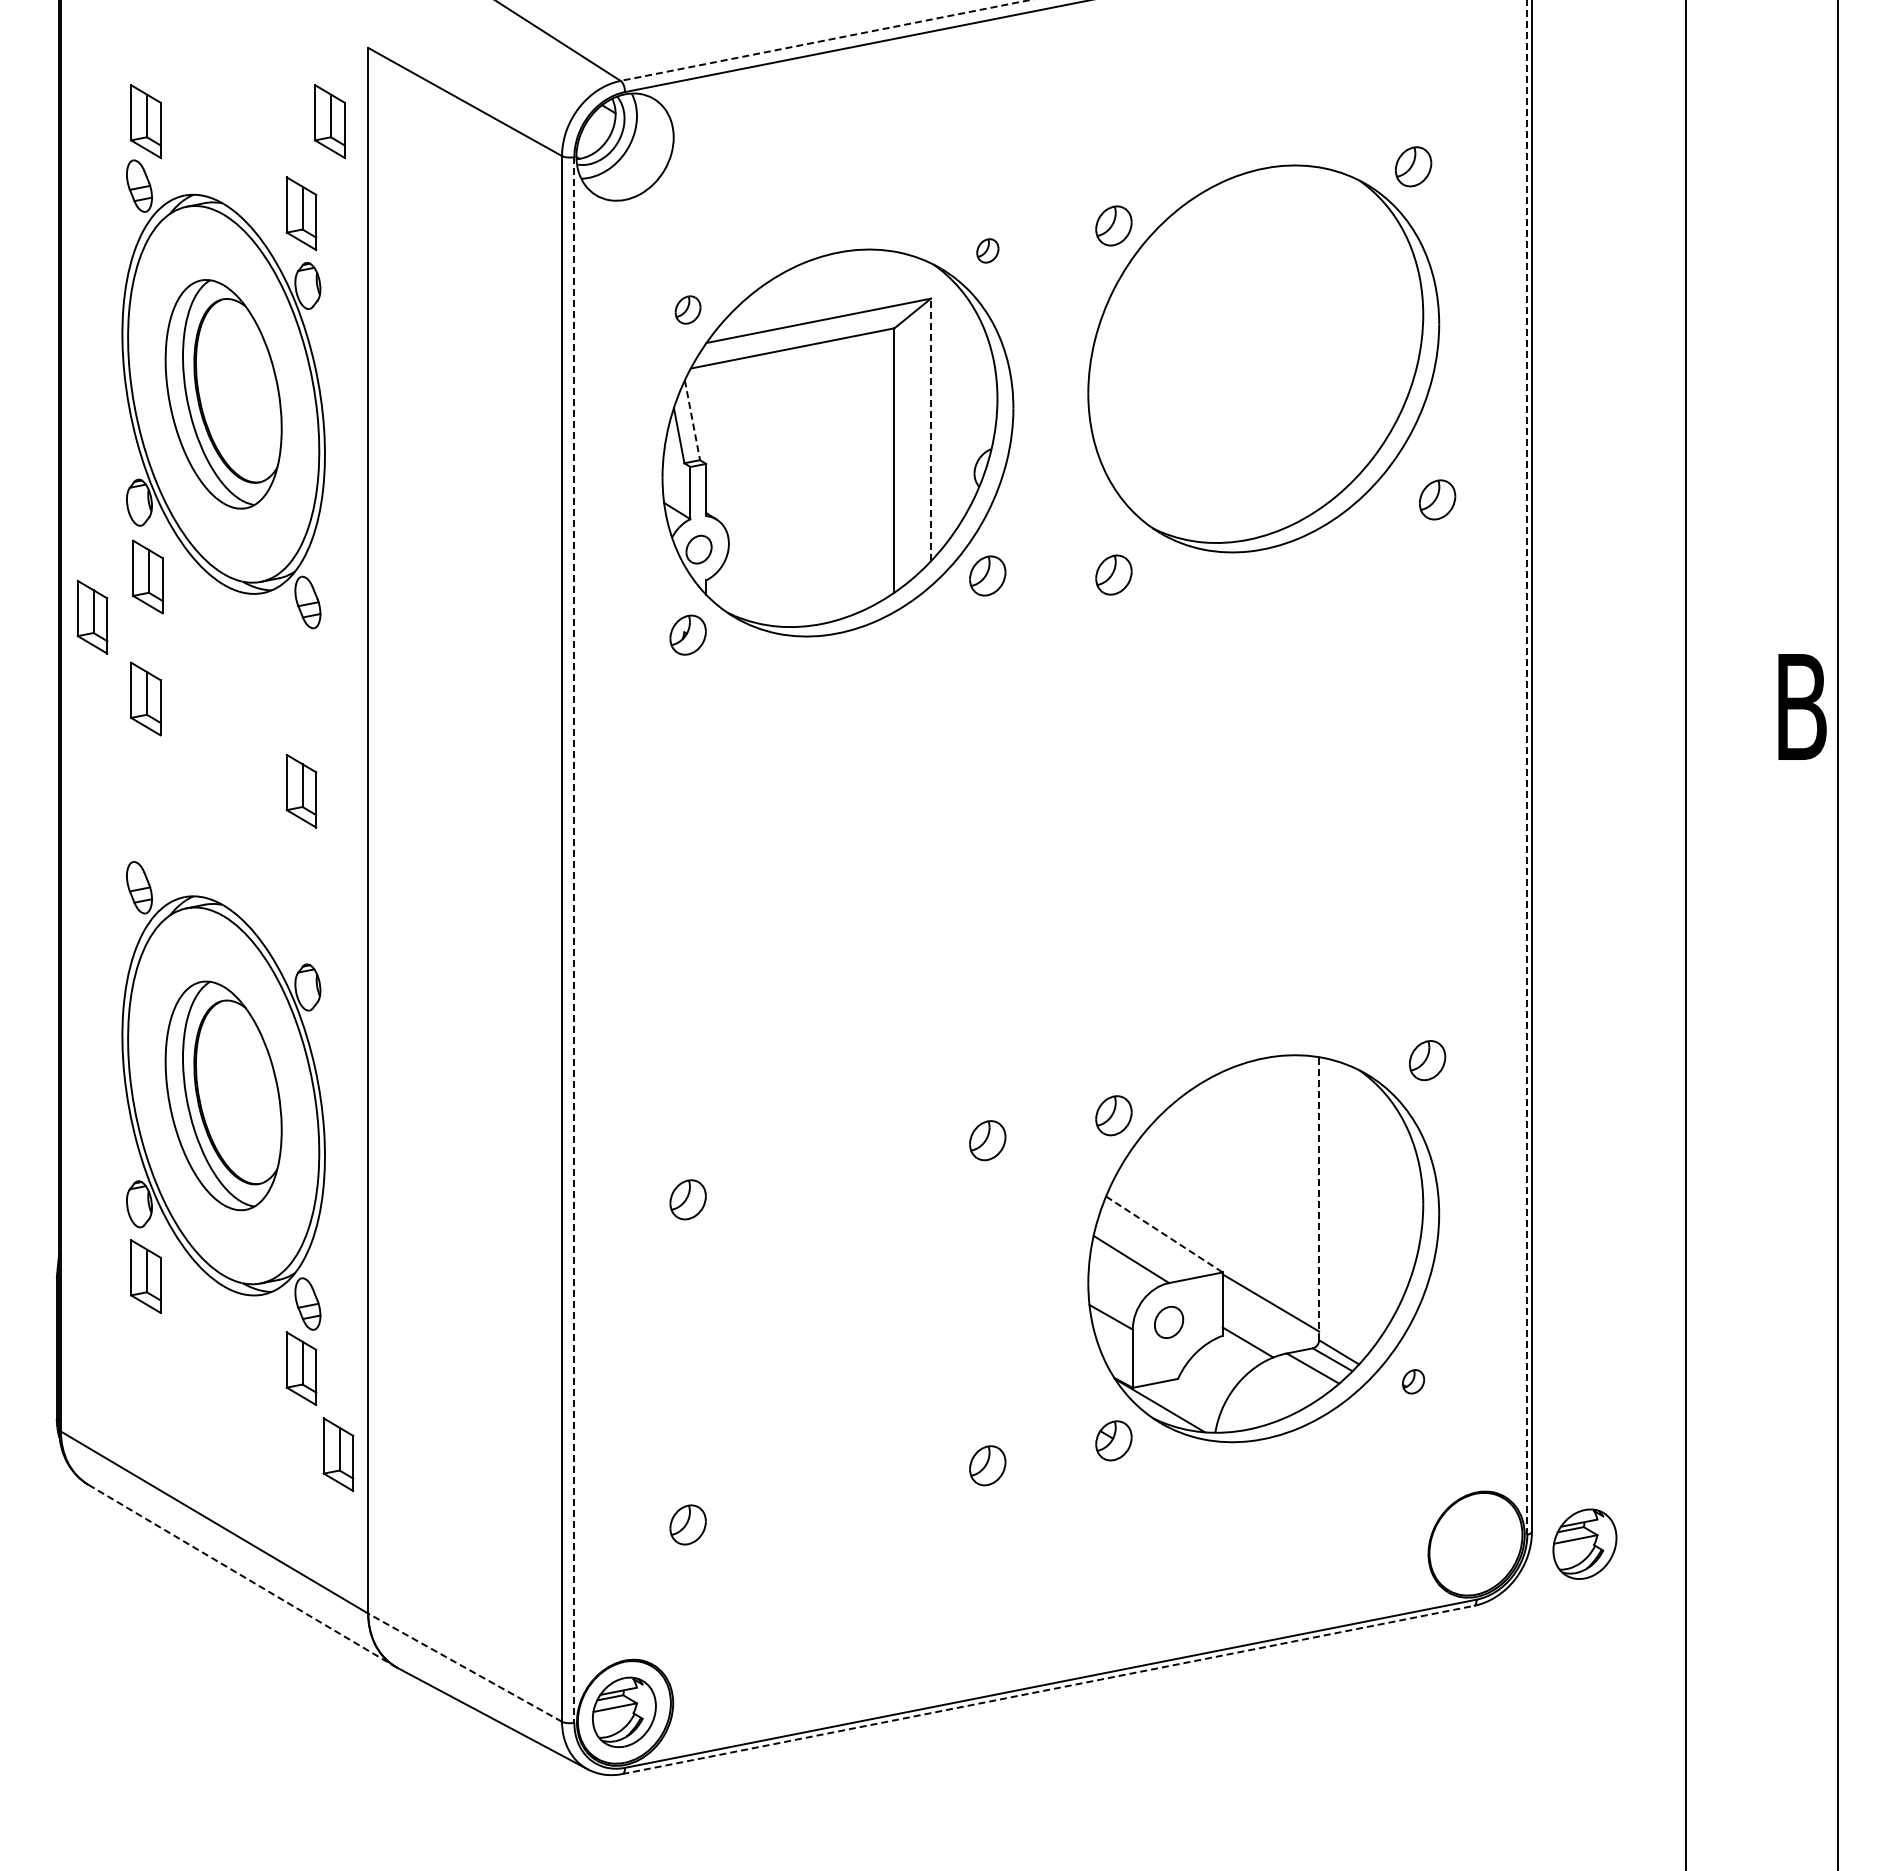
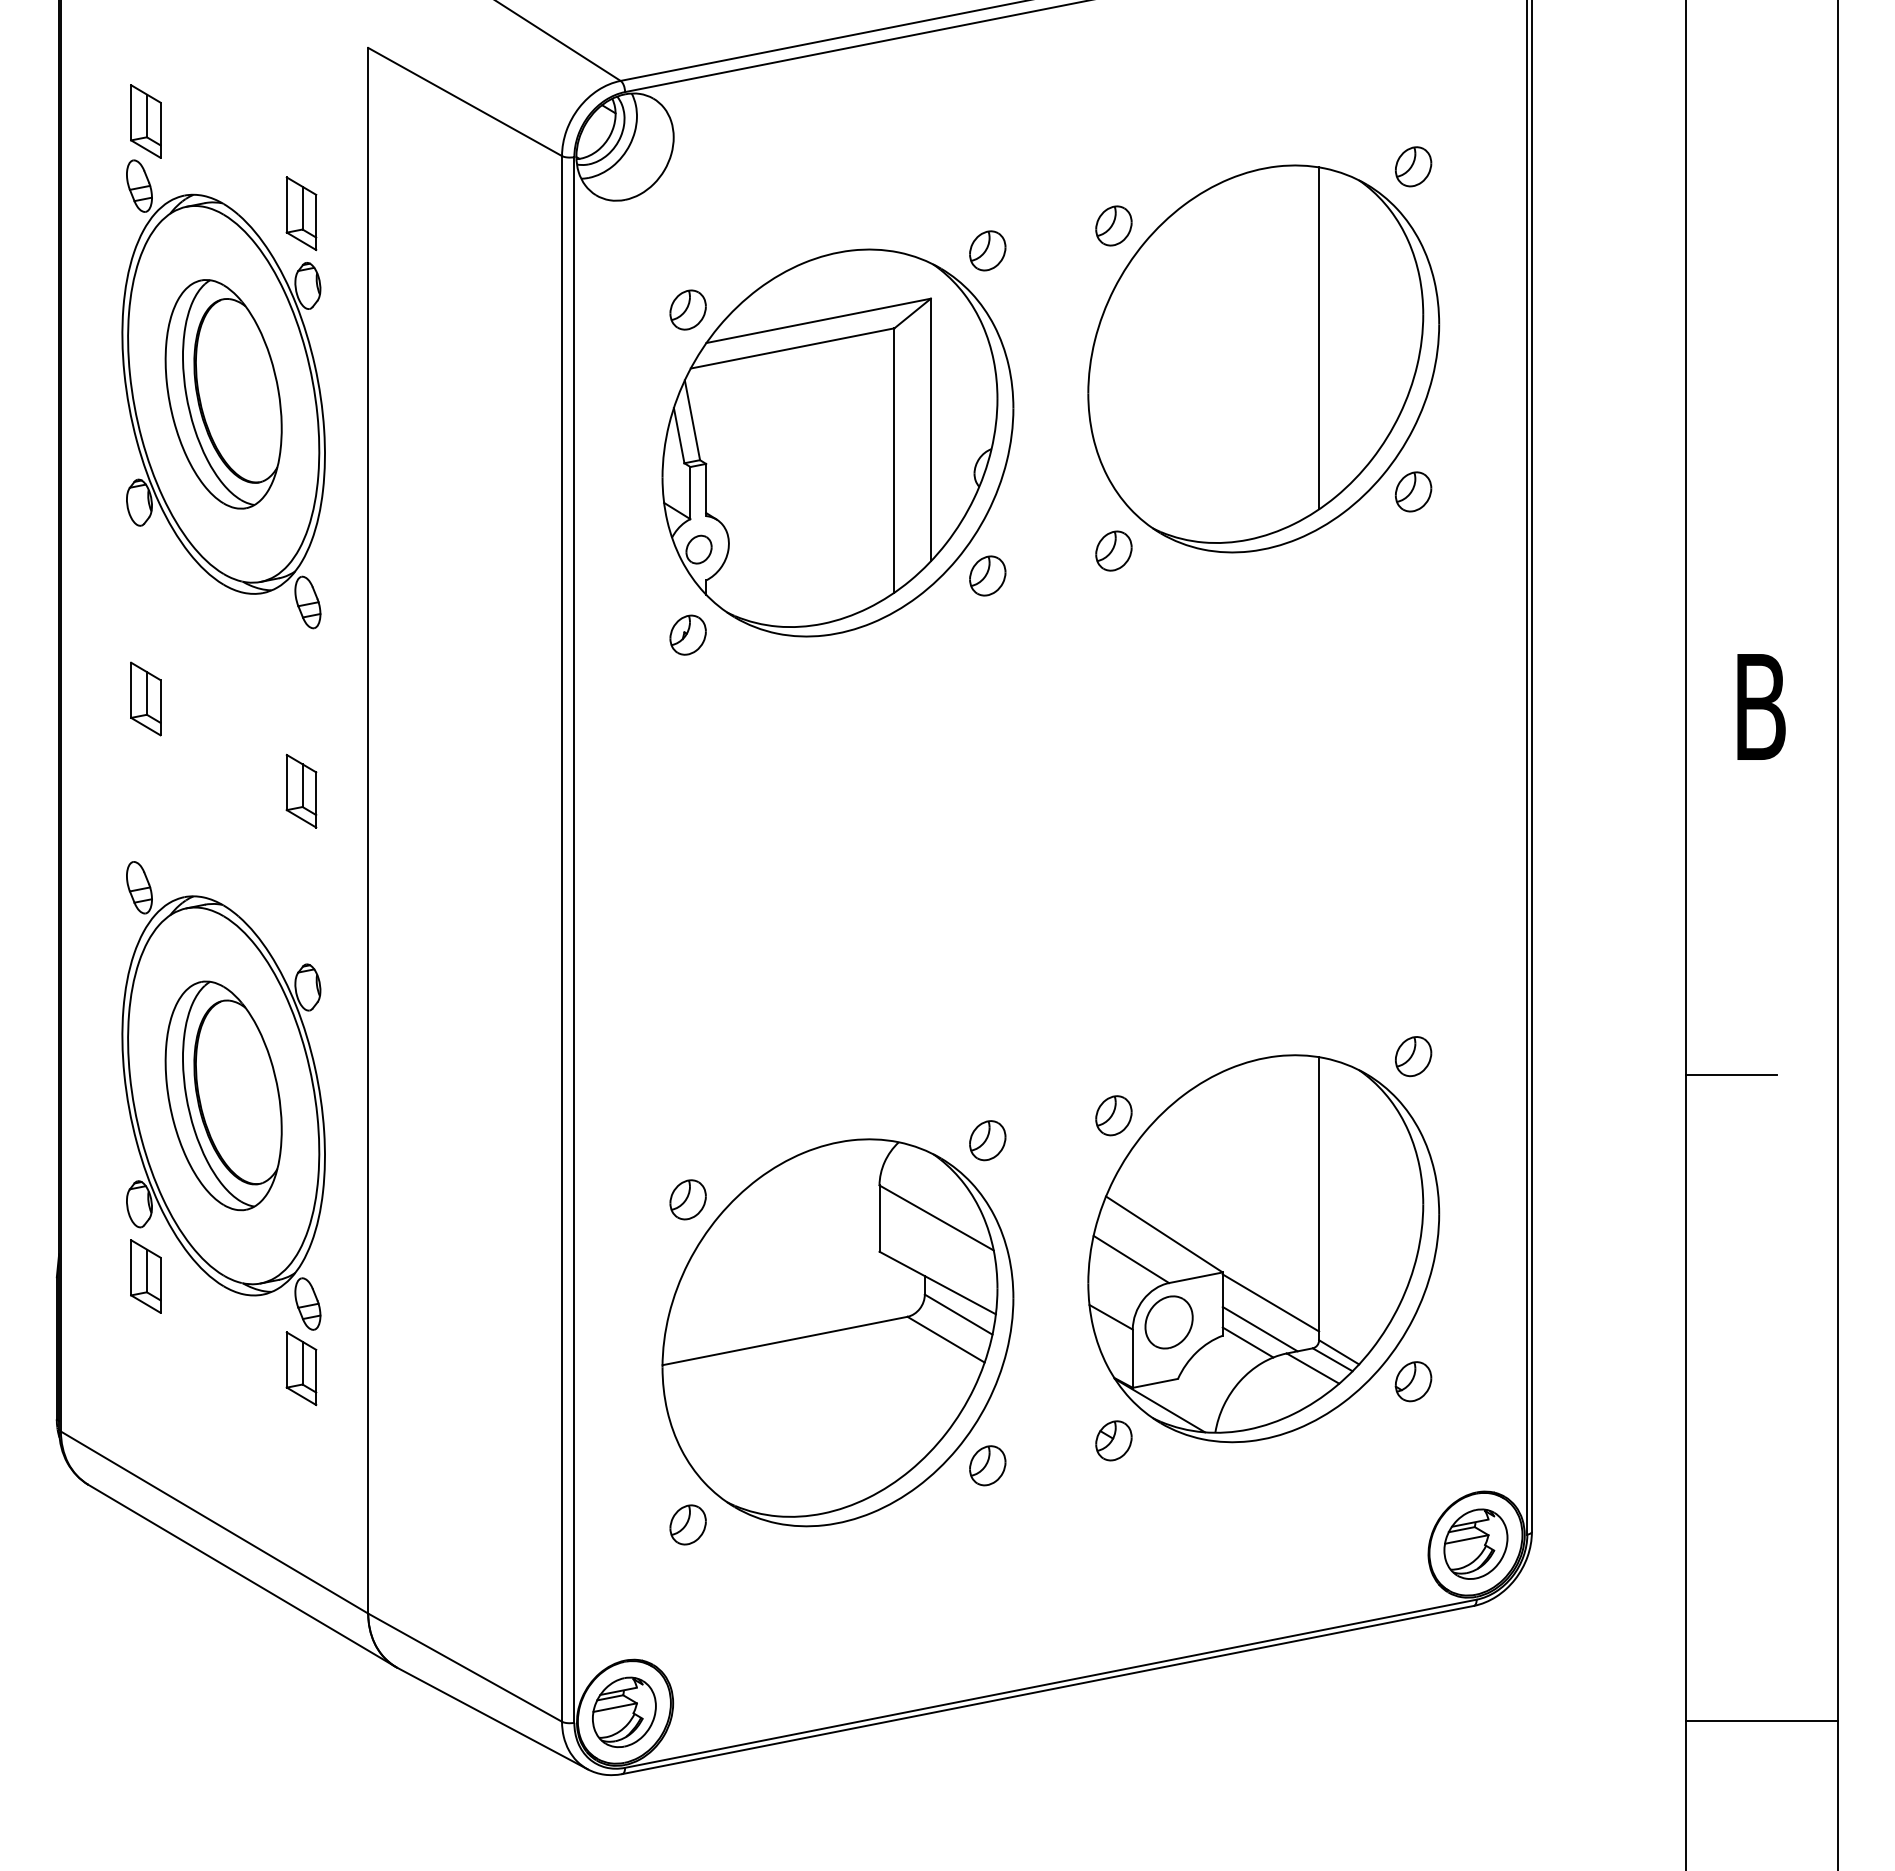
line at (825, 40): dashed -> solid
part at (329, 121): present -> none
part at (987, 250) size: 24x26 px -> 38x42 px
part at (687, 309) size: 28x30 px -> 38x42 px
line at (1319, 338): none -> present
line at (692, 420): dashed -> solid
line at (930, 429): dashed -> solid
part at (1437, 499) position: (1437, 499) -> (1413, 491)
part at (1113, 574) position: (1113, 574) -> (1113, 550)
part at (147, 576): present -> none
part at (92, 616): present -> none
text at (1802, 706) position: (1802, 706) -> (1761, 706)
line at (1527, 767): dashed -> solid
line at (574, 939): dashed -> solid
part at (1427, 1060) position: (1427, 1060) -> (1413, 1056)
line at (1731, 1074): none -> present
line at (1319, 1198): dashed -> solid
line at (1164, 1234): dashed -> solid
part at (1169, 1322) size: 31x33 px -> 50x55 px
line at (1259, 1328): none -> present
part at (837, 1332): none -> present
part at (1413, 1381) size: 24x26 px -> 39x42 px
part at (338, 1454): present -> none
part at (1584, 1543) position: (1584, 1543) -> (1475, 1543)
line at (242, 1575): dashed -> solid
line at (465, 1667): dashed -> solid
line at (1048, 1689): dashed -> solid
line at (1762, 1720): none -> present
